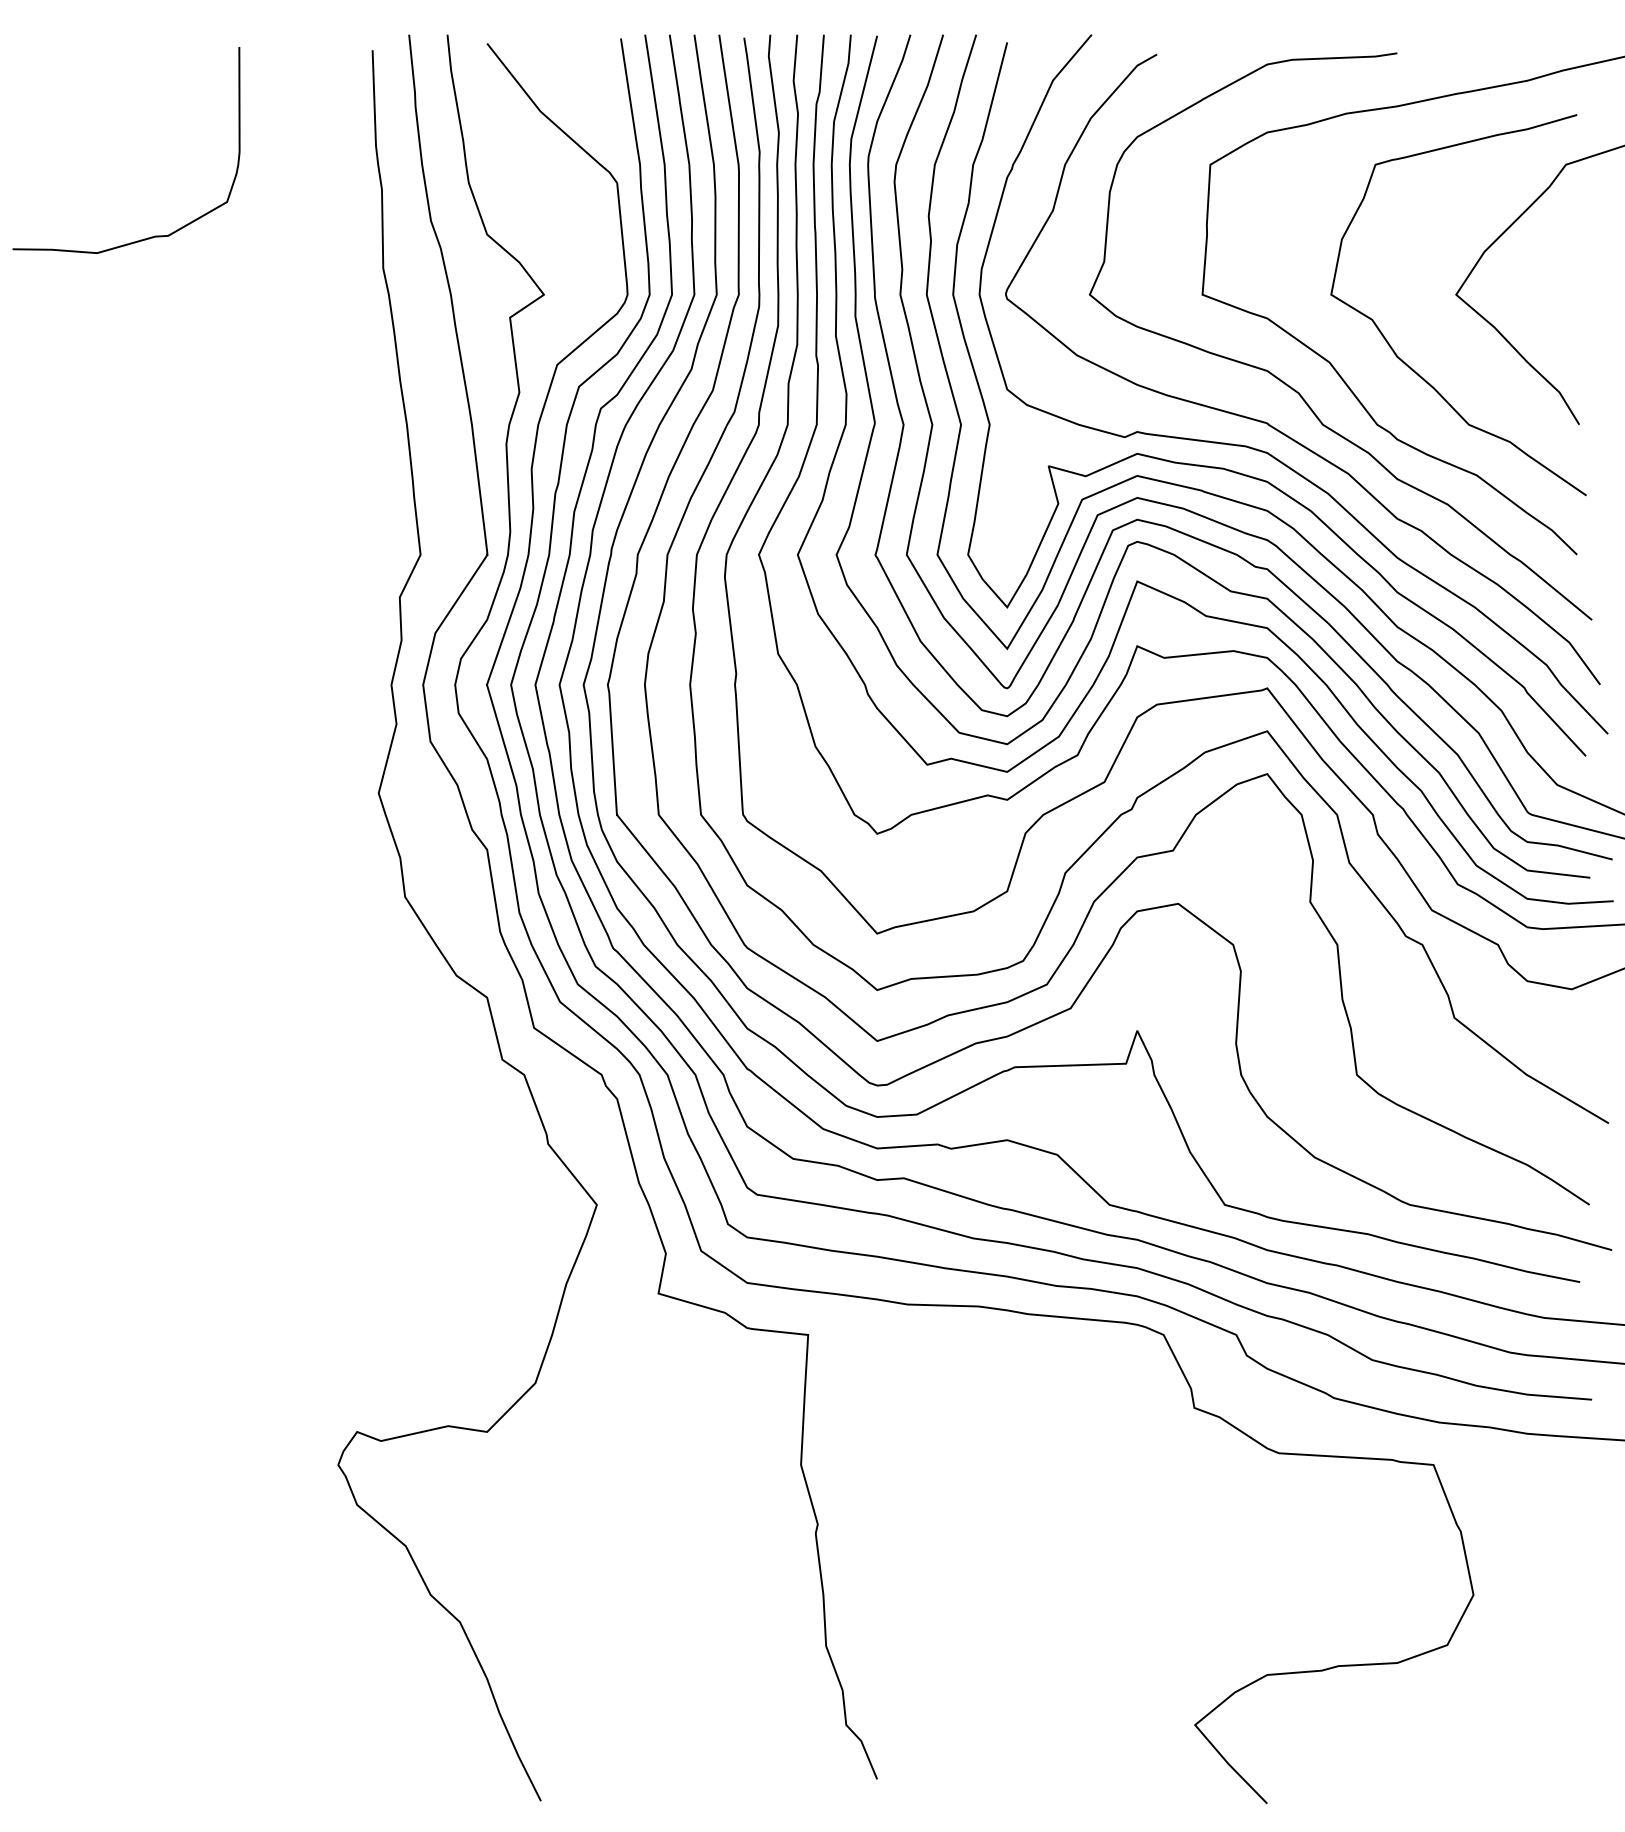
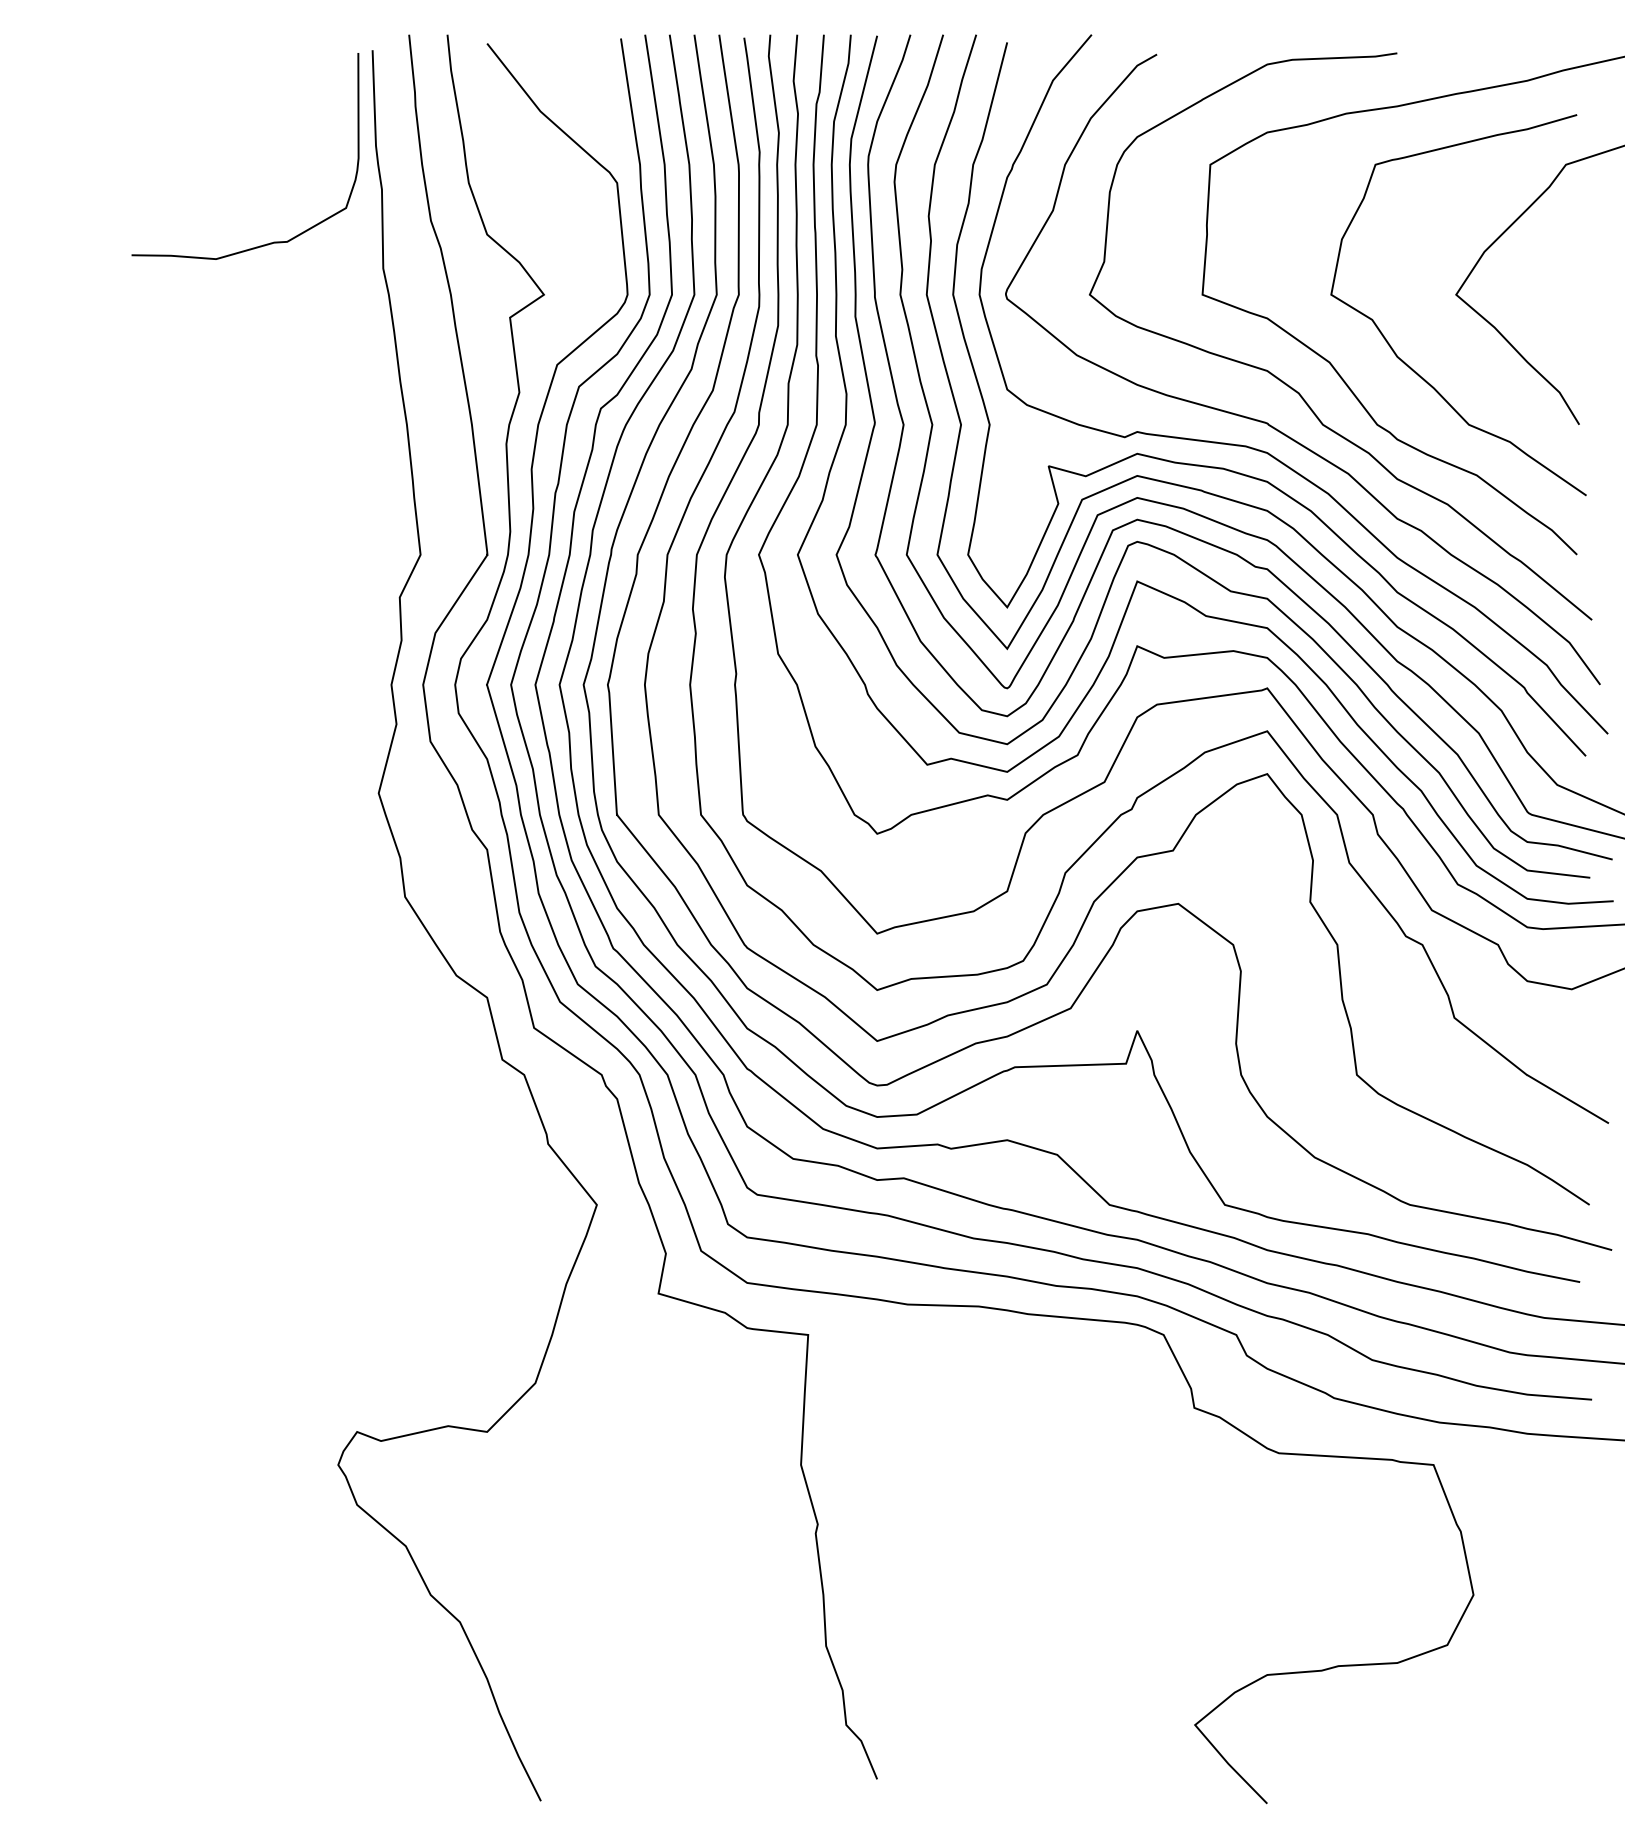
curve at (154, 235) position: (154, 235) -> (273, 241)
